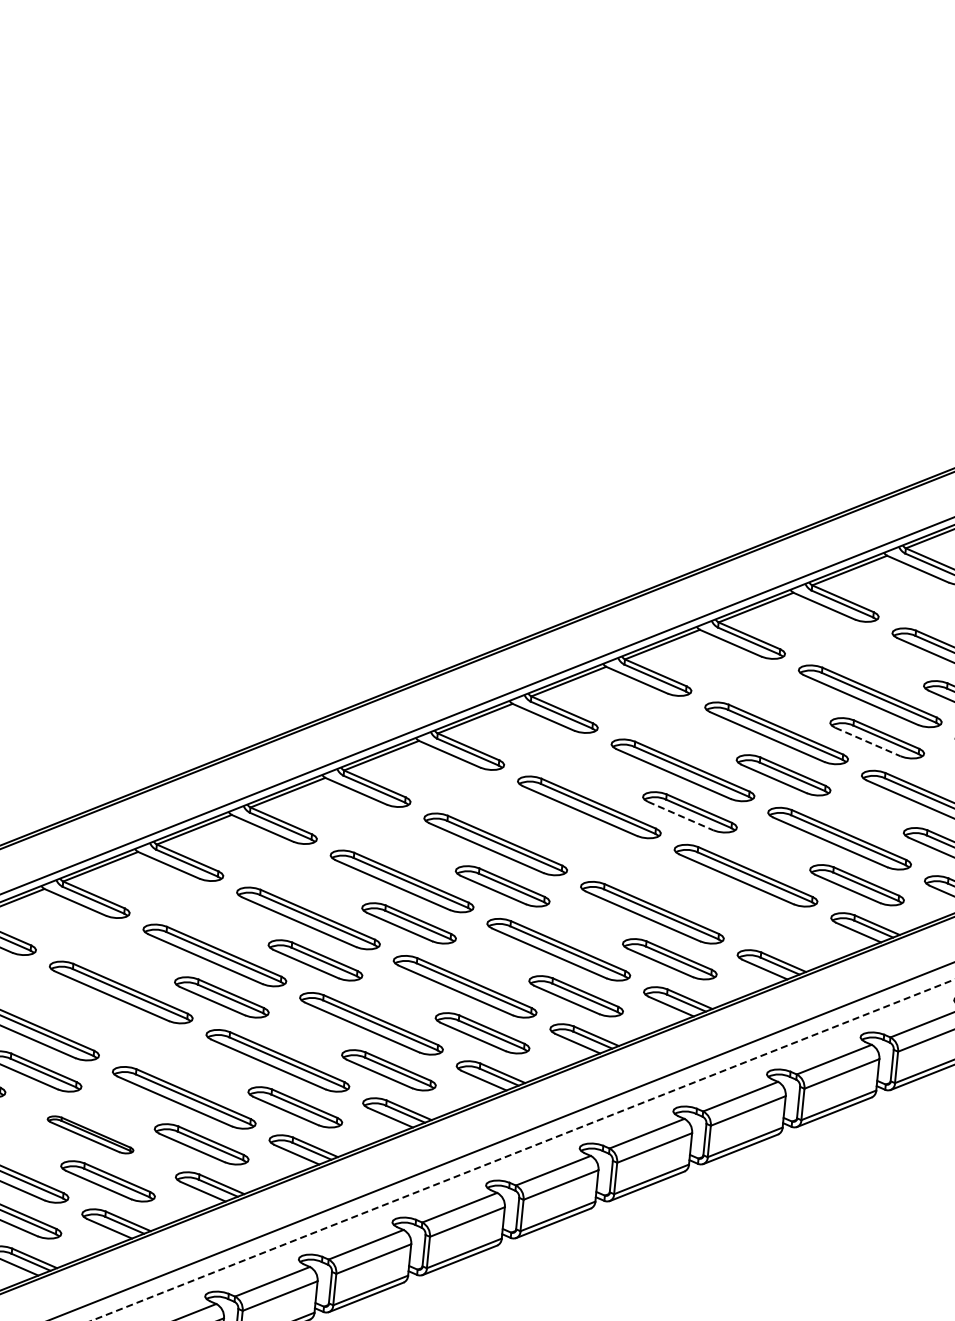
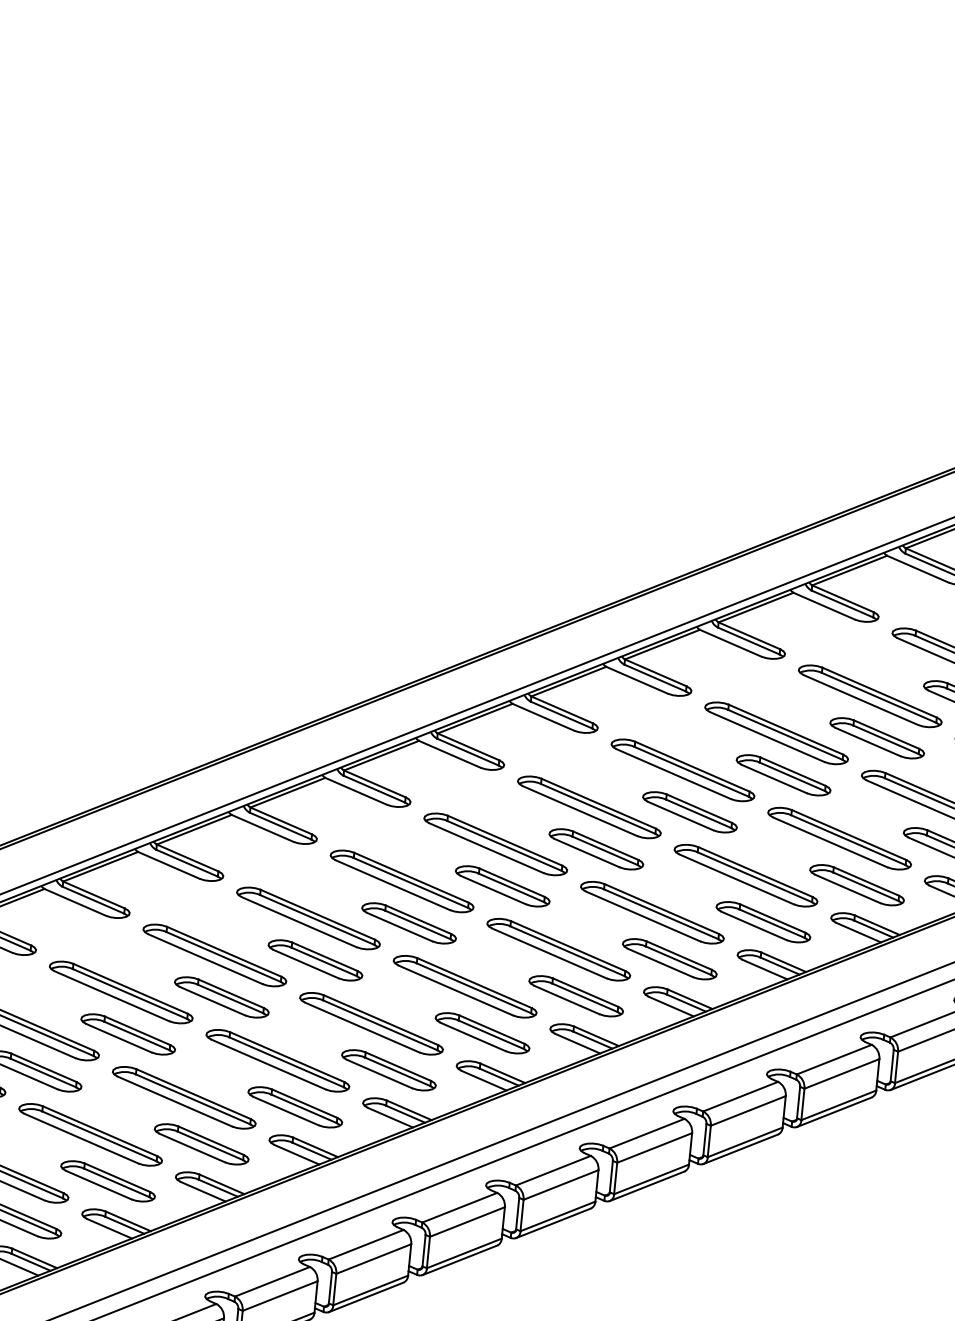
line at (867, 742): dashed -> solid
line at (680, 816): dashed -> solid
part at (596, 849): none -> present
part at (763, 922): none -> present
part at (128, 1034): none -> present
part at (90, 1134) size: 89x40 px -> 145x64 px
line at (523, 1150): dashed -> solid
